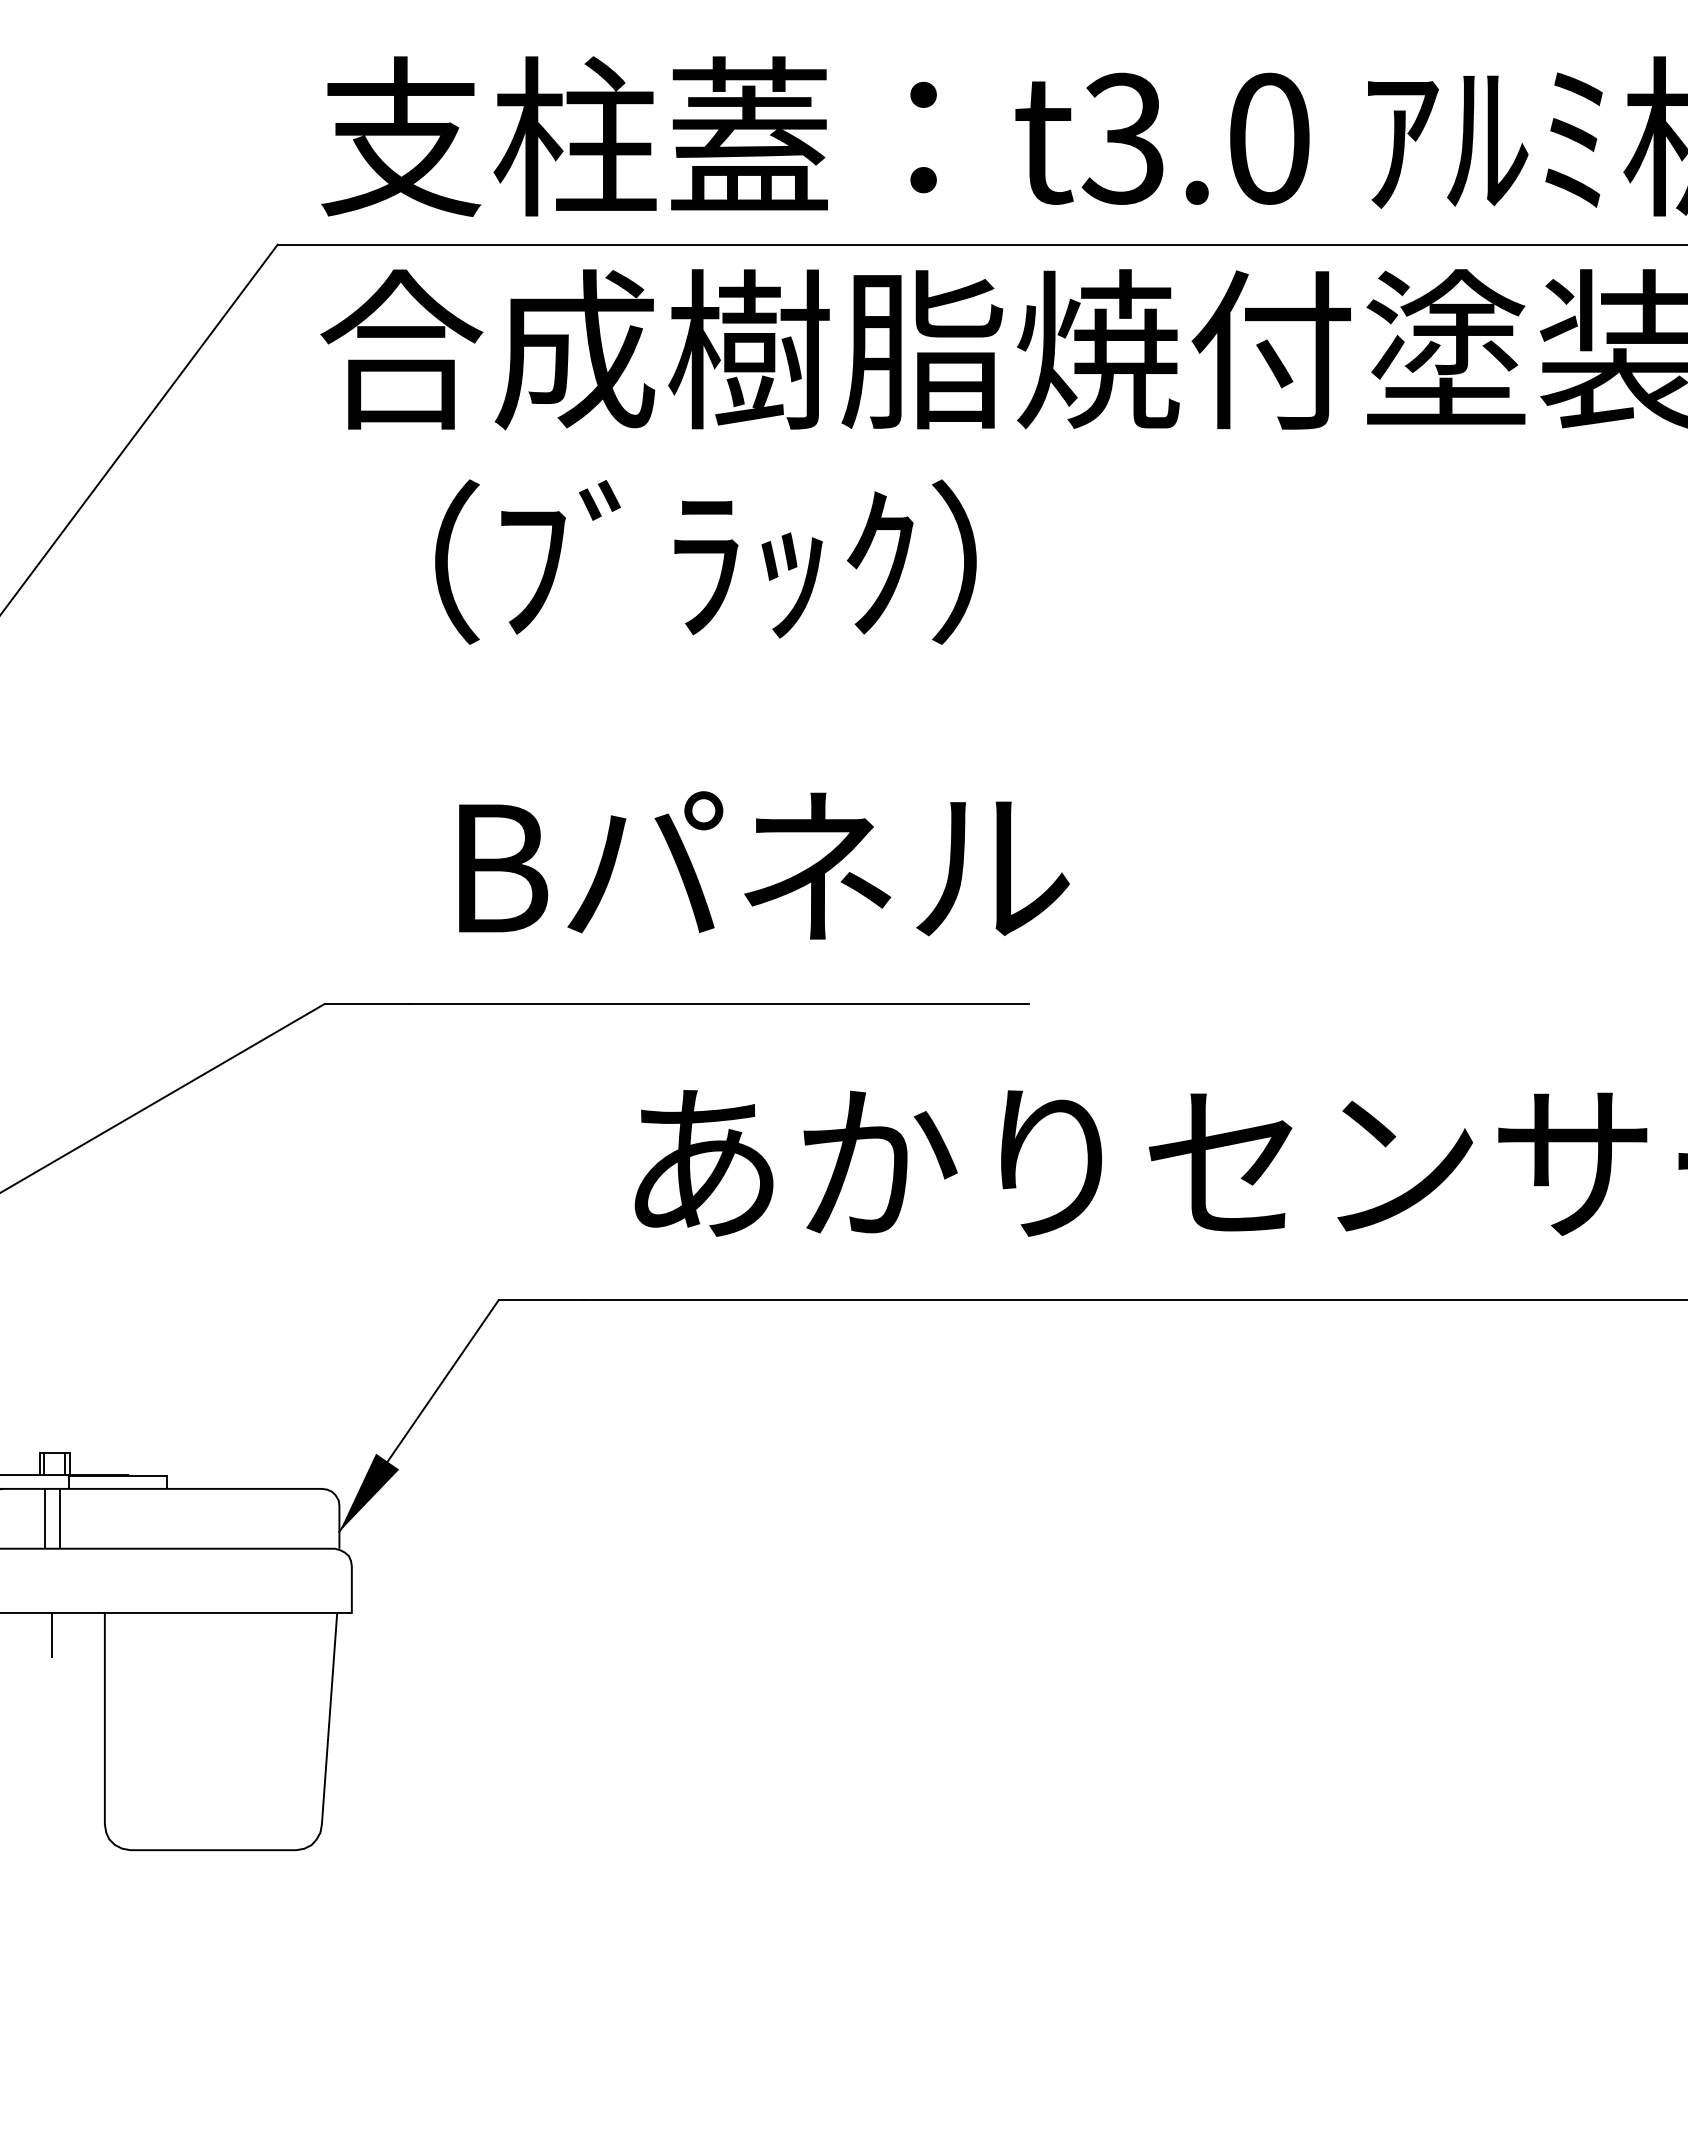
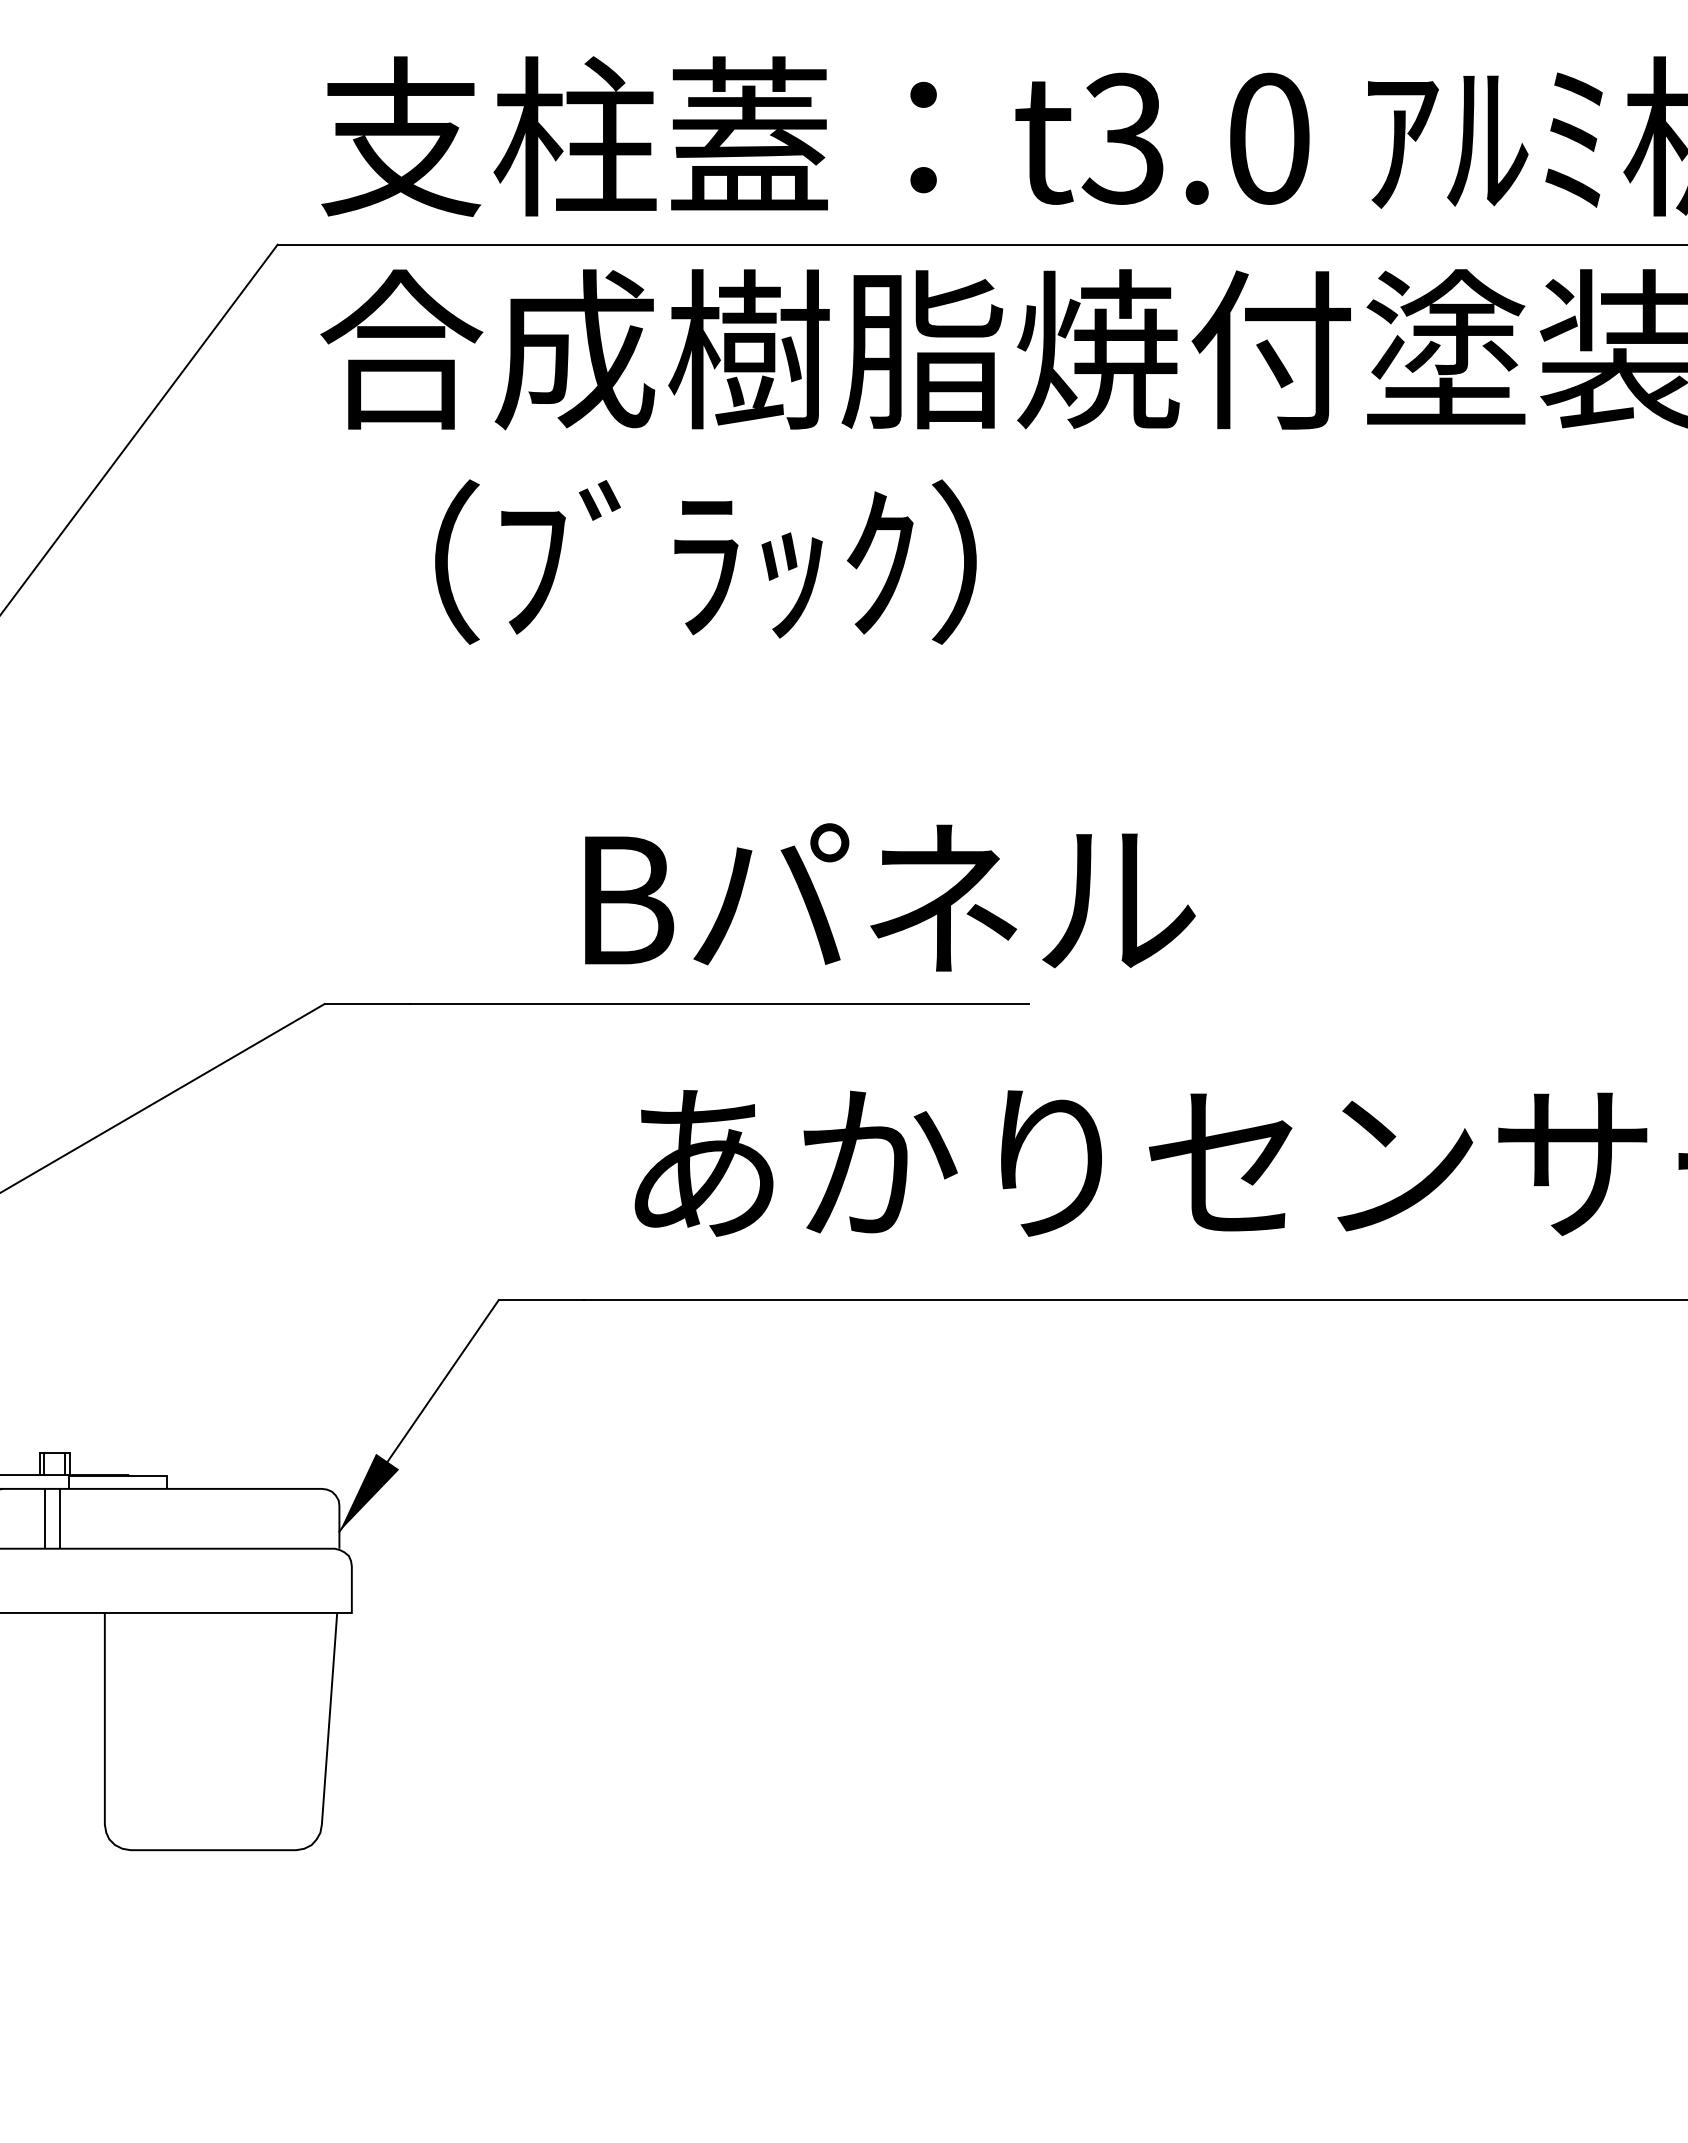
text at (764, 865) position: (764, 865) -> (890, 897)
line at (52, 1634): present -> none
